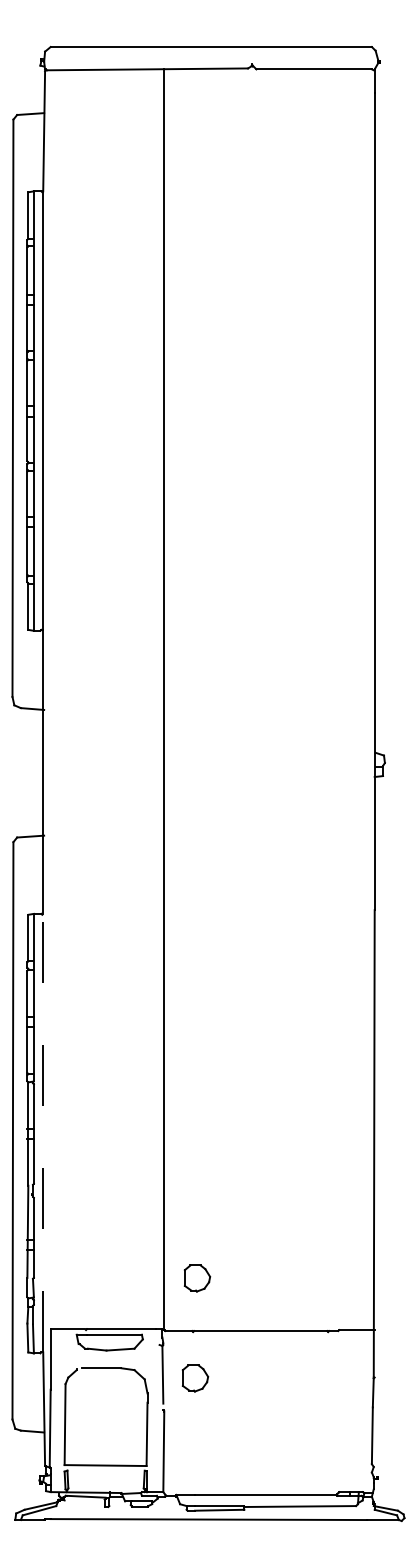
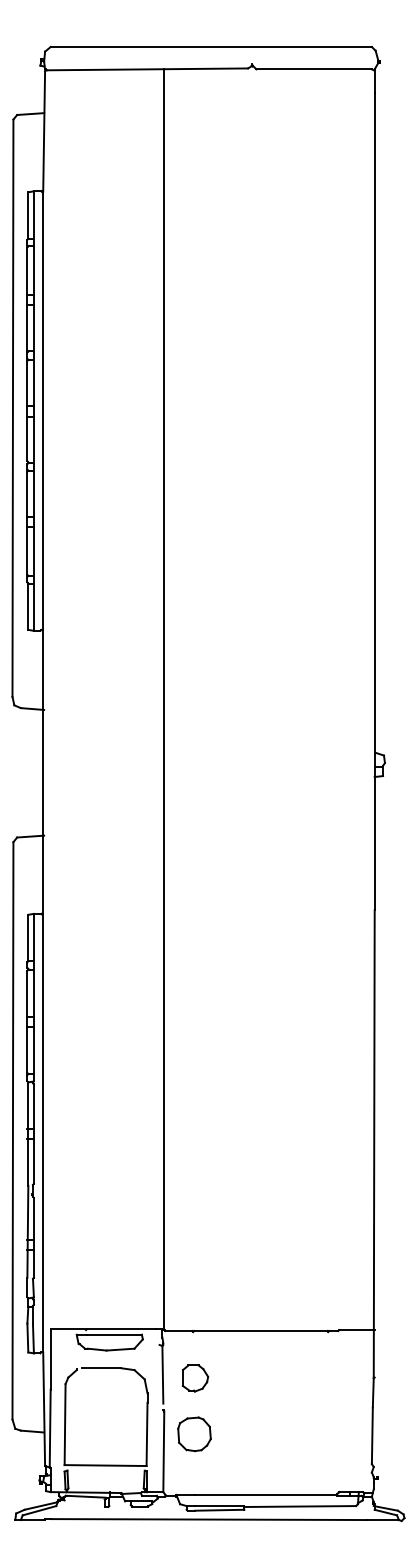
line at (43, 1132): dashed -> solid
part at (197, 1278): present -> none
part at (194, 1434): none -> present
